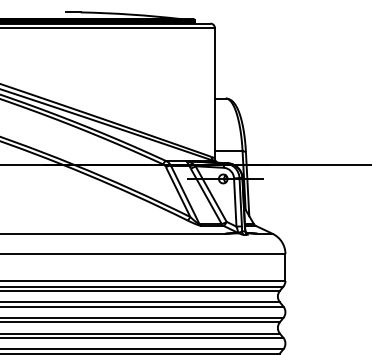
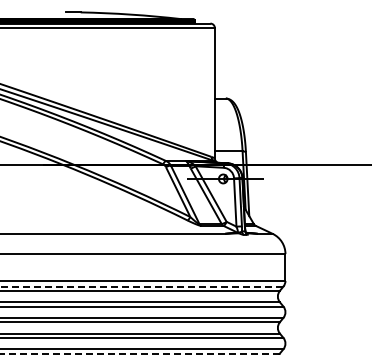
line at (141, 286): solid -> dashed
line at (139, 353): solid -> dashed
